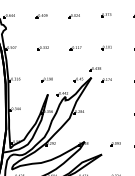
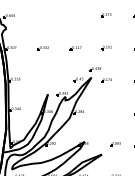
part at (41, 16): present -> none
part at (73, 16): present -> none
part at (46, 79): present -> none
